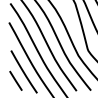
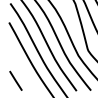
line at (23, 71): present -> none
